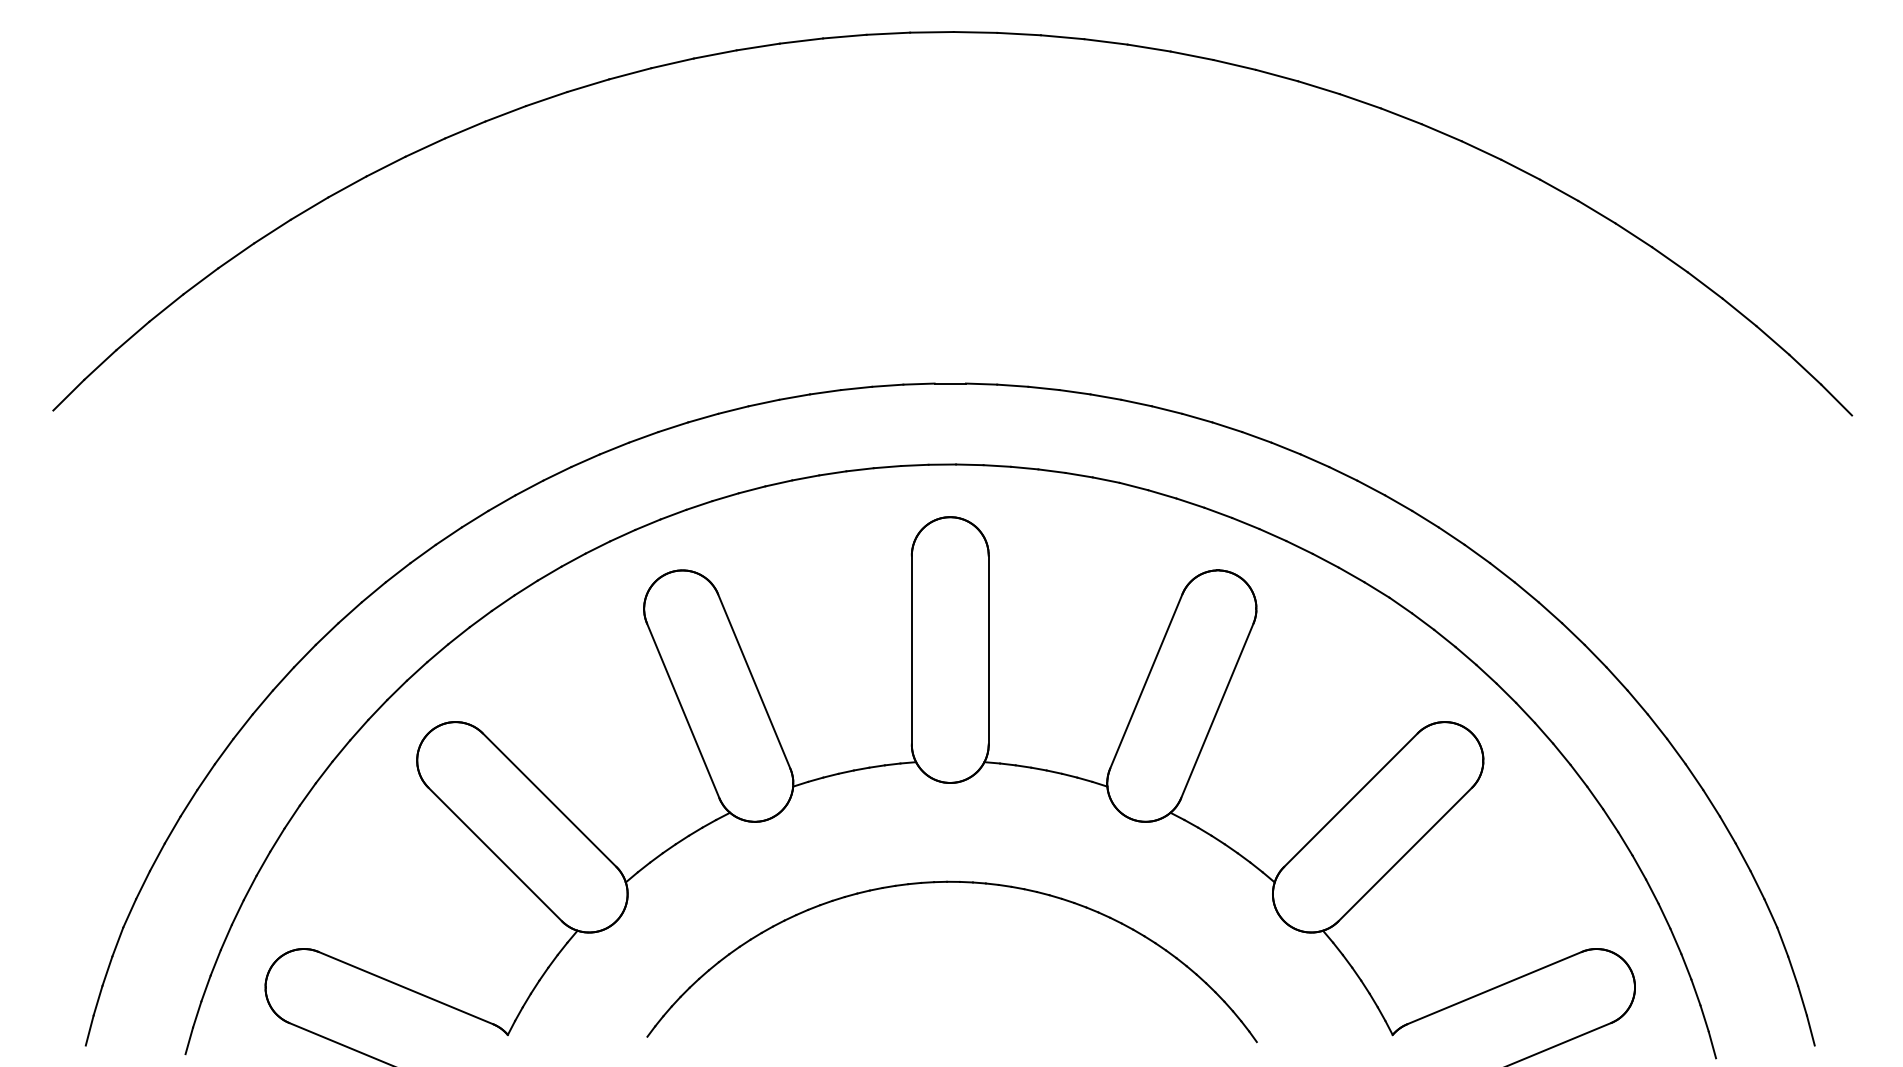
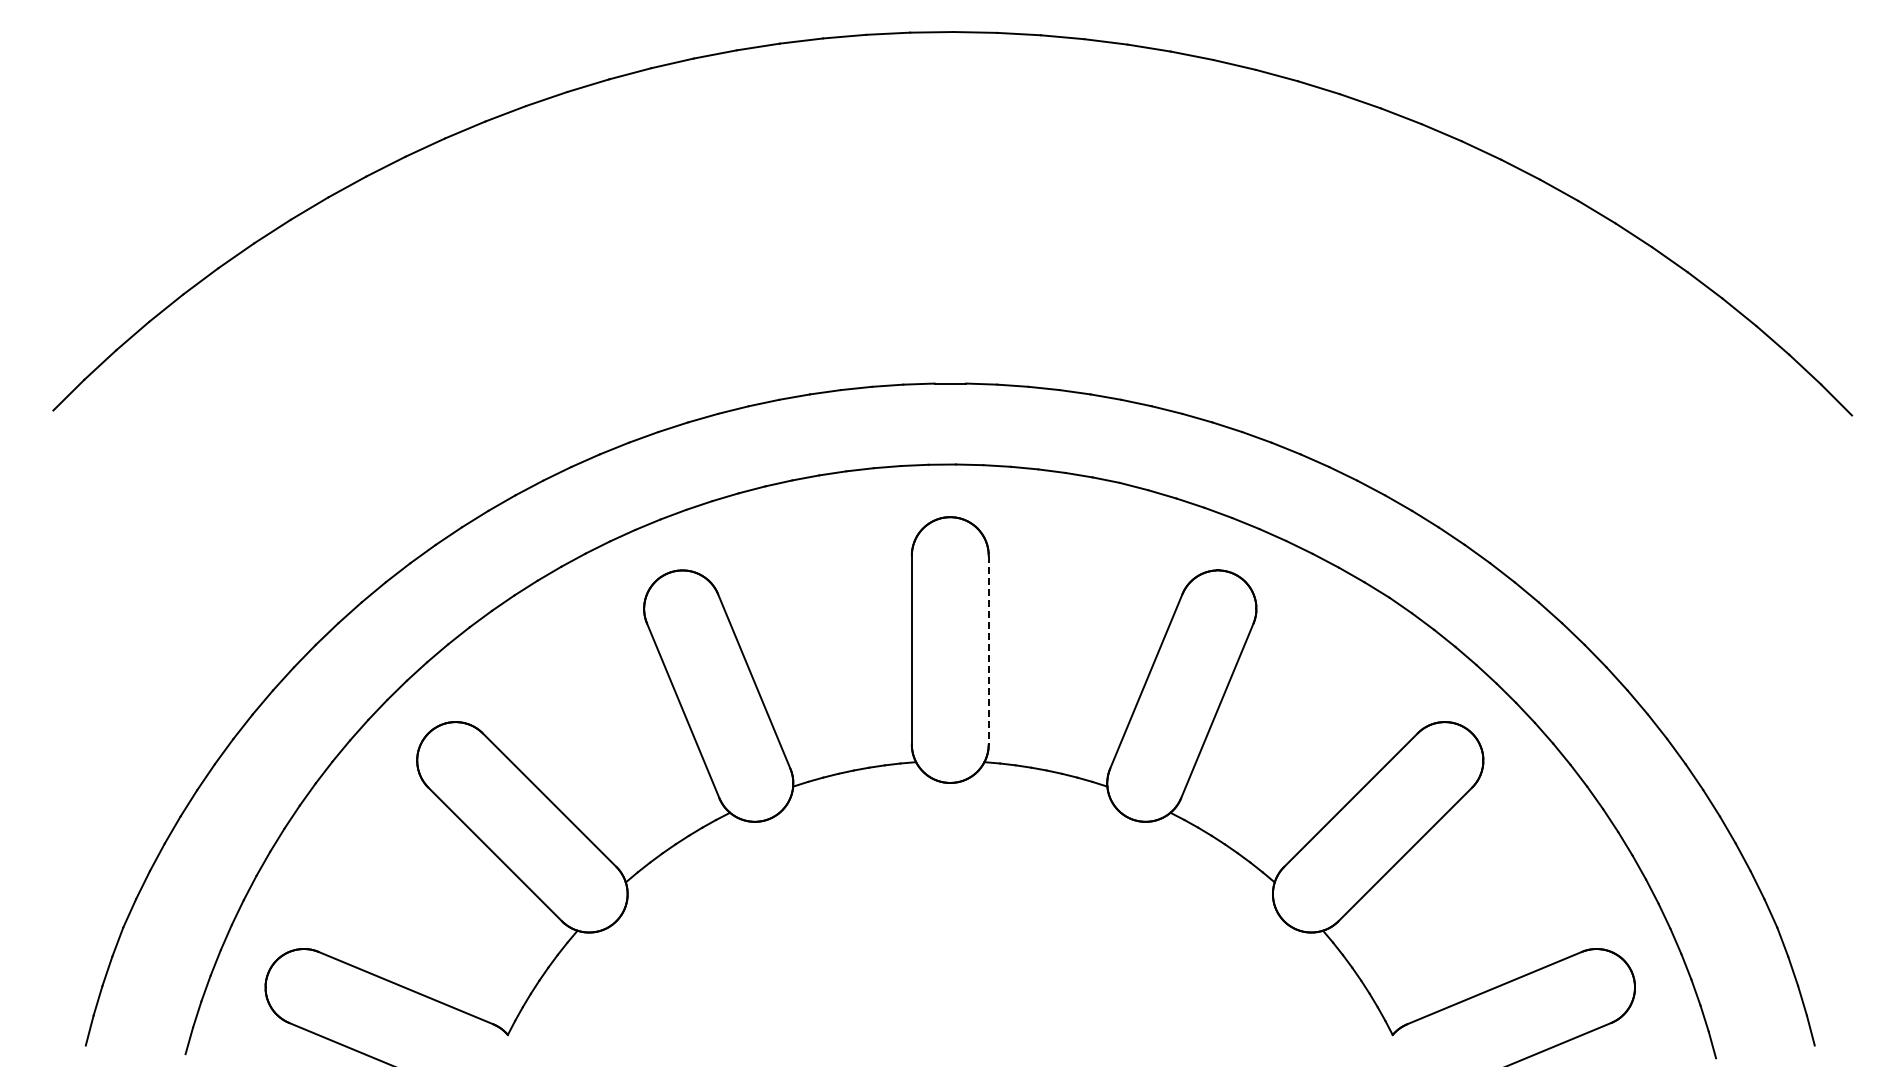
line at (988, 650): solid -> dashed
part at (951, 882): present -> none
